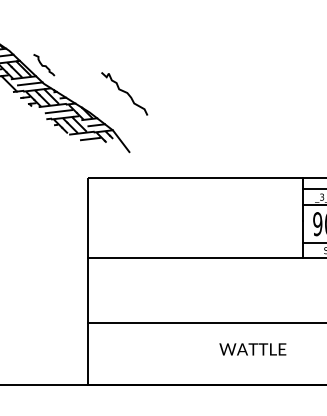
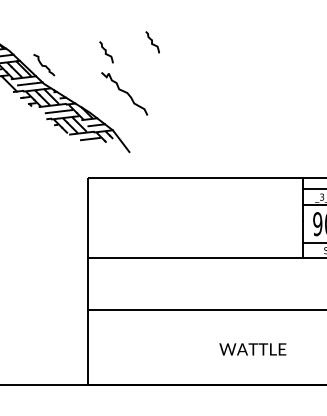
curve at (152, 42): none -> present
curve at (106, 52): none -> present
line at (205, 323) position: (205, 323) -> (205, 310)
